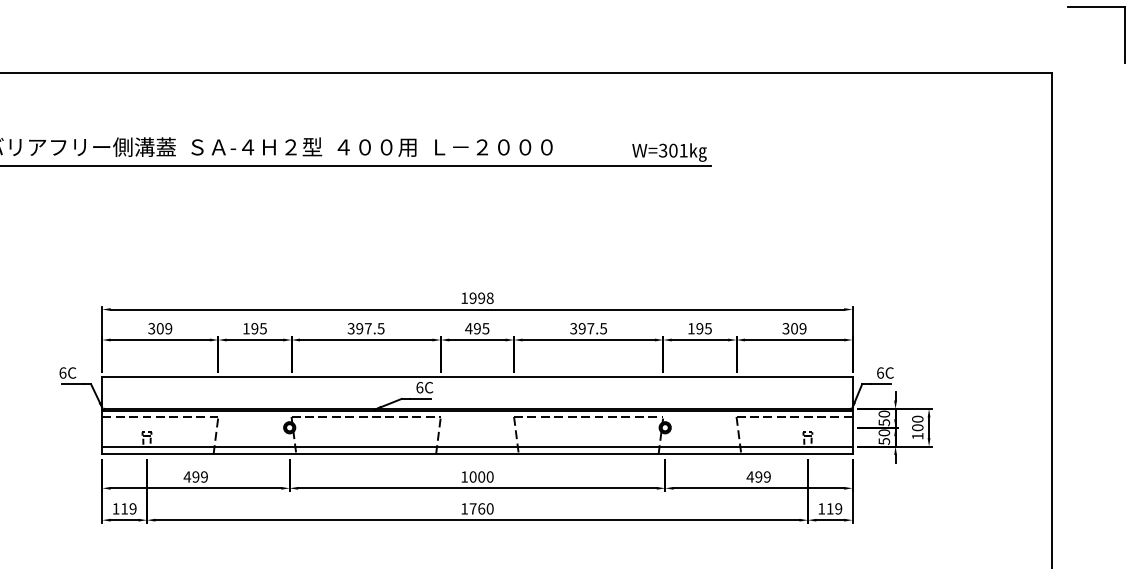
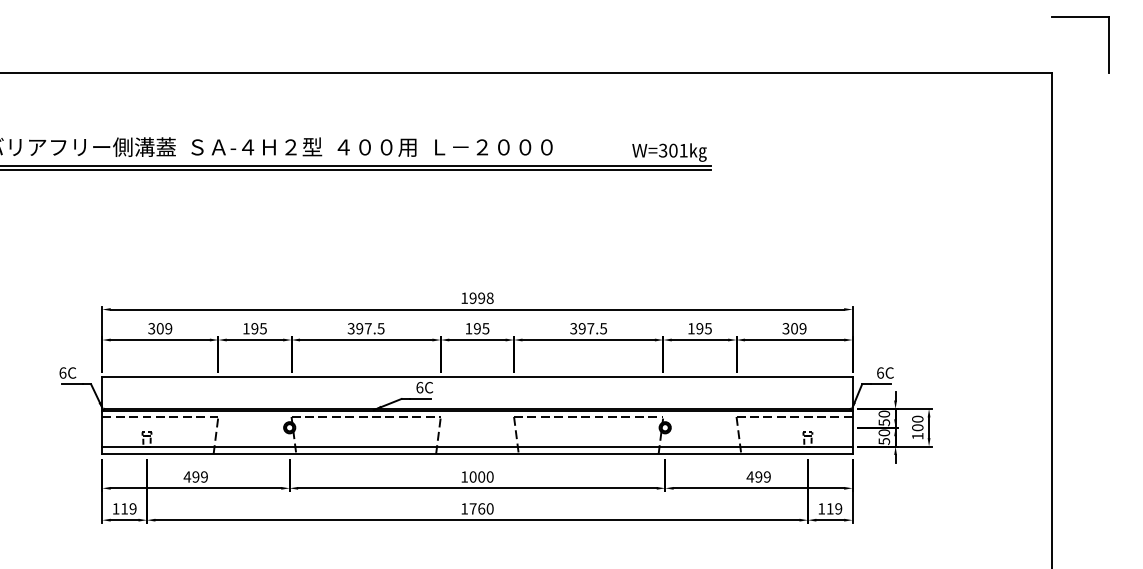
part at (1096, 7) position: (1096, 7) -> (1080, 17)
line at (356, 170): none -> present
text at (468, 328): 495 -> 195
